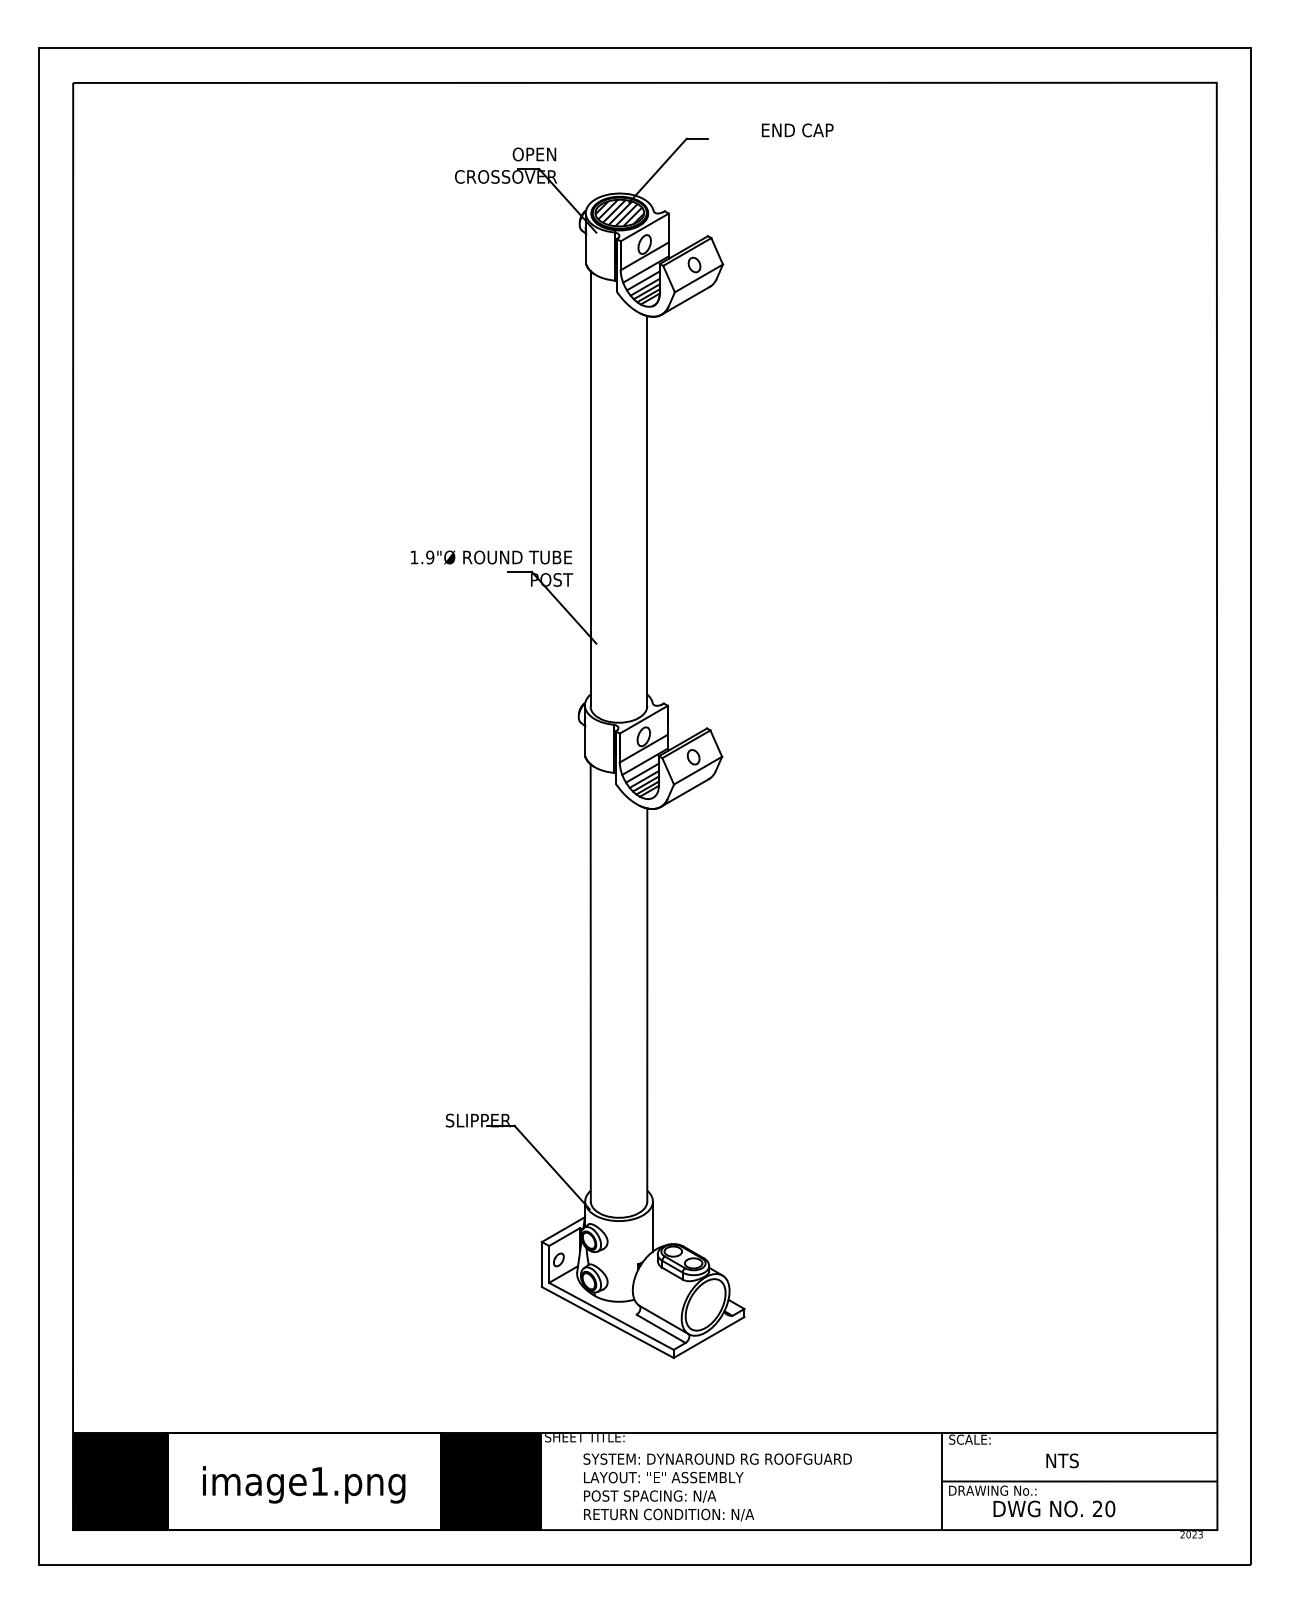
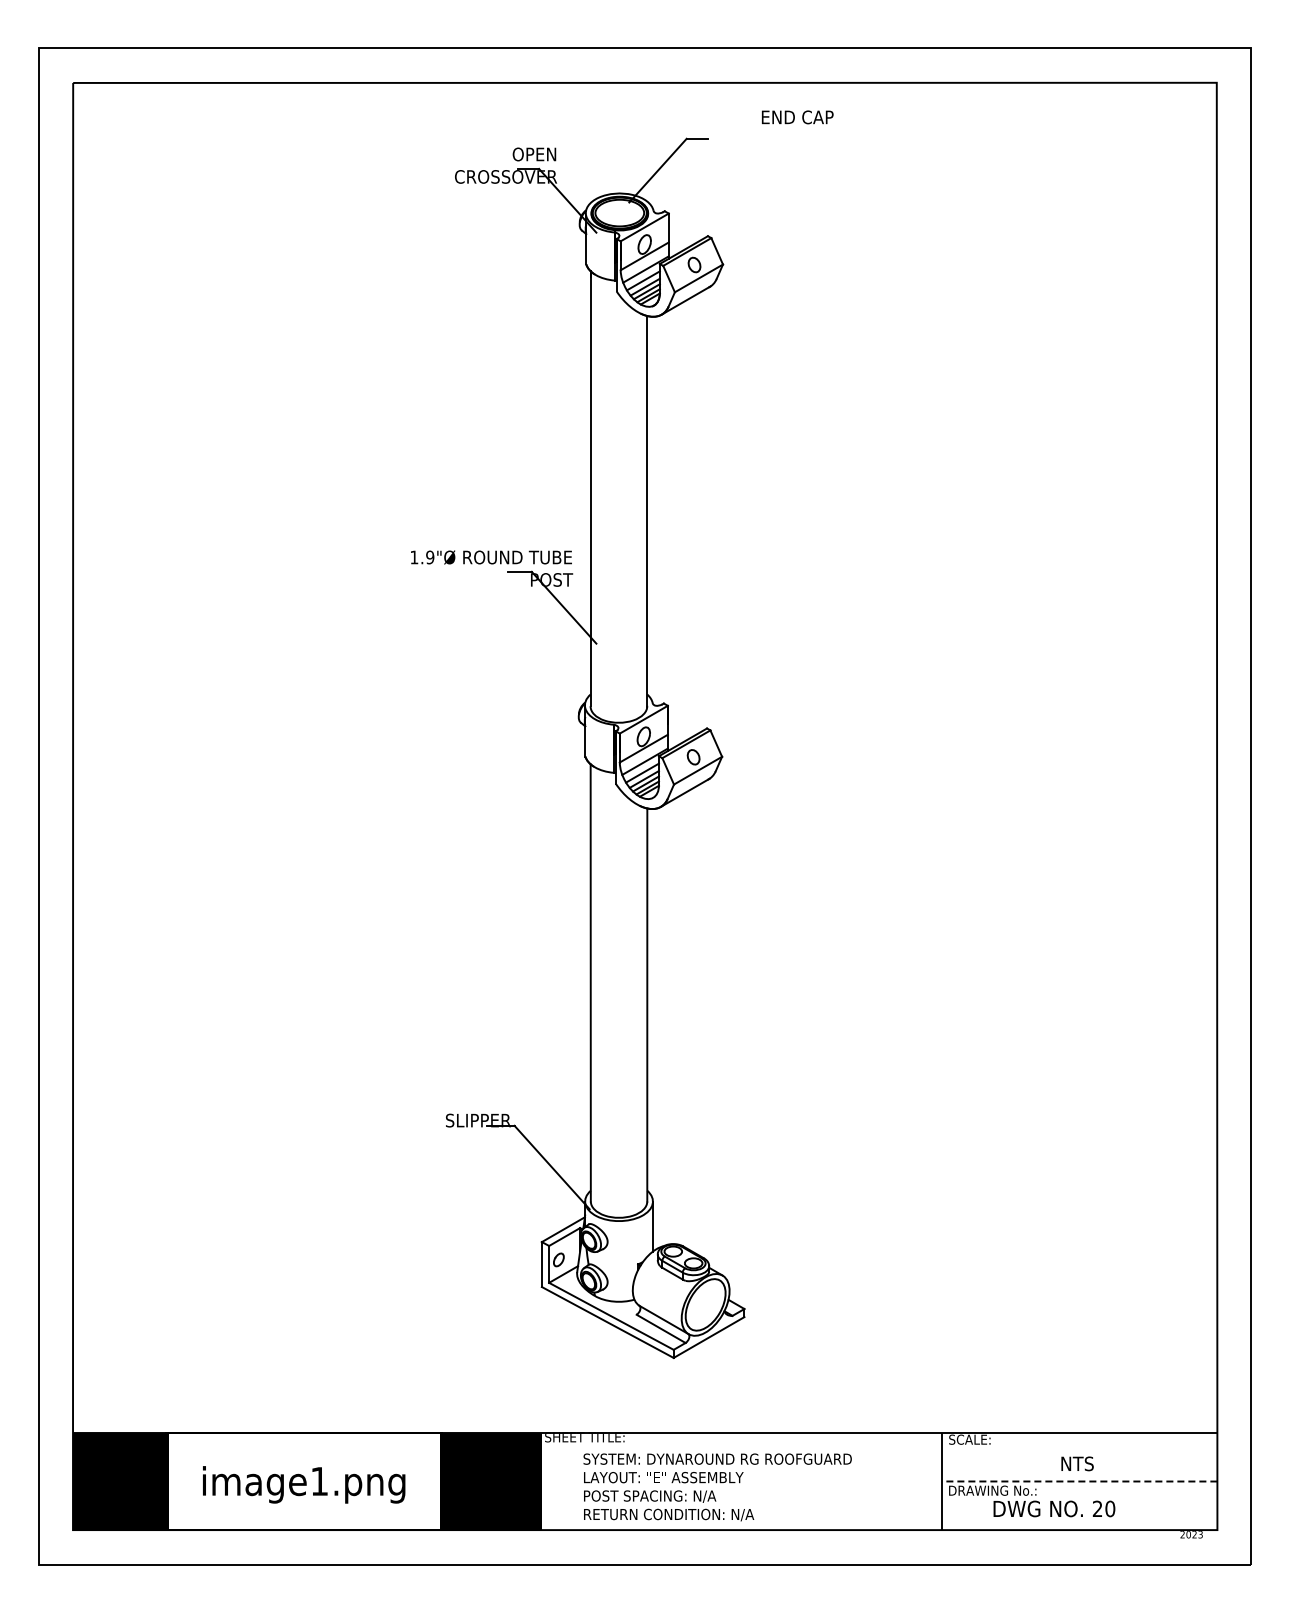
text at (797, 130) position: (797, 130) -> (797, 117)
hatch at (619, 212): present -> none
text at (1062, 1460) position: (1062, 1460) -> (1077, 1463)
line at (1079, 1481): solid -> dashed
